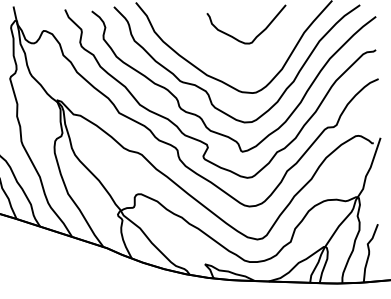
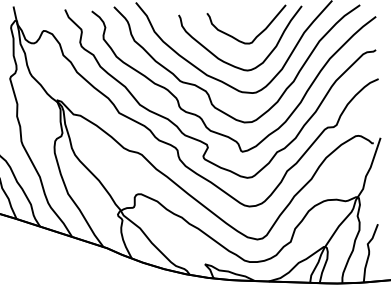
curve at (230, 63): none -> present
